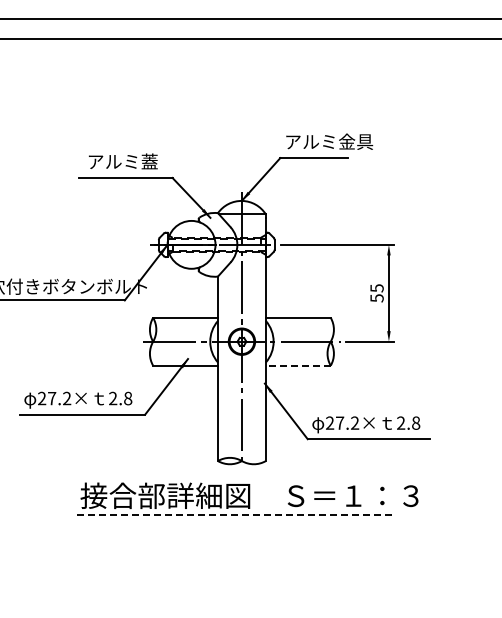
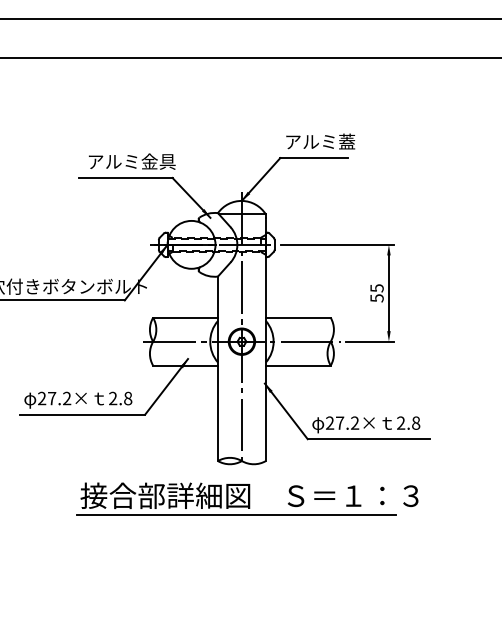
line at (250, 38) position: (250, 38) -> (250, 57)
text at (356, 141): アルミ金具 -> アルミ蓋
text at (158, 161): アルミ蓋 -> アルミ金具
line at (297, 365): dashed -> solid
line at (236, 514): dashed -> solid
